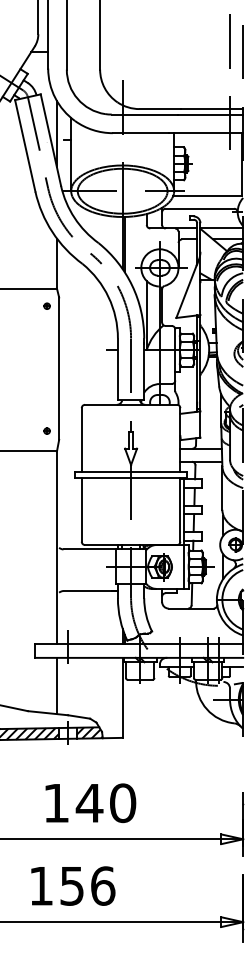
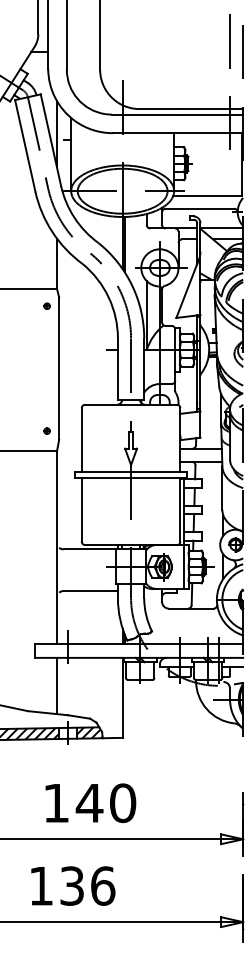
text at (72, 885): 156 -> 136
